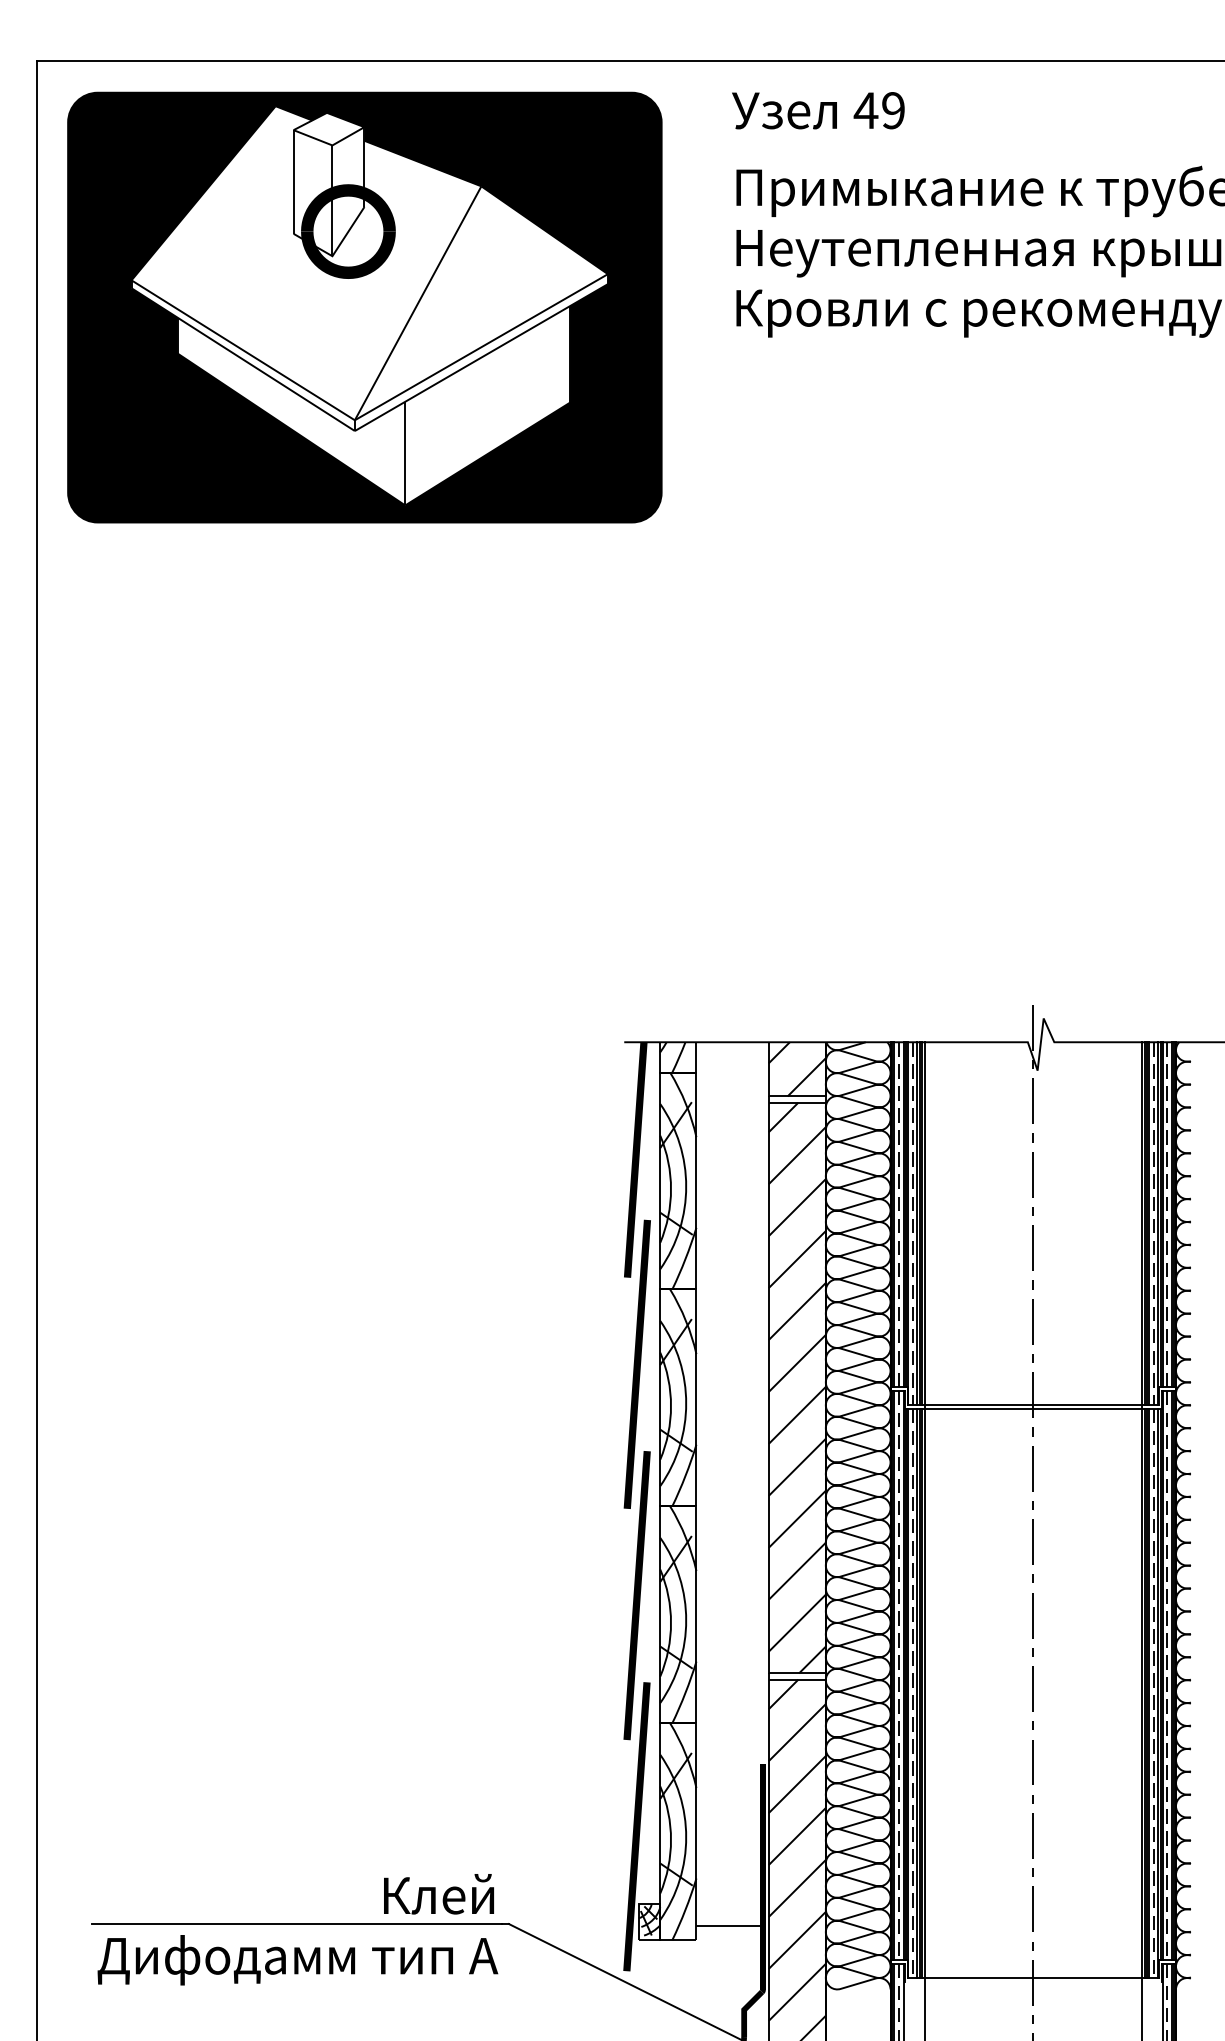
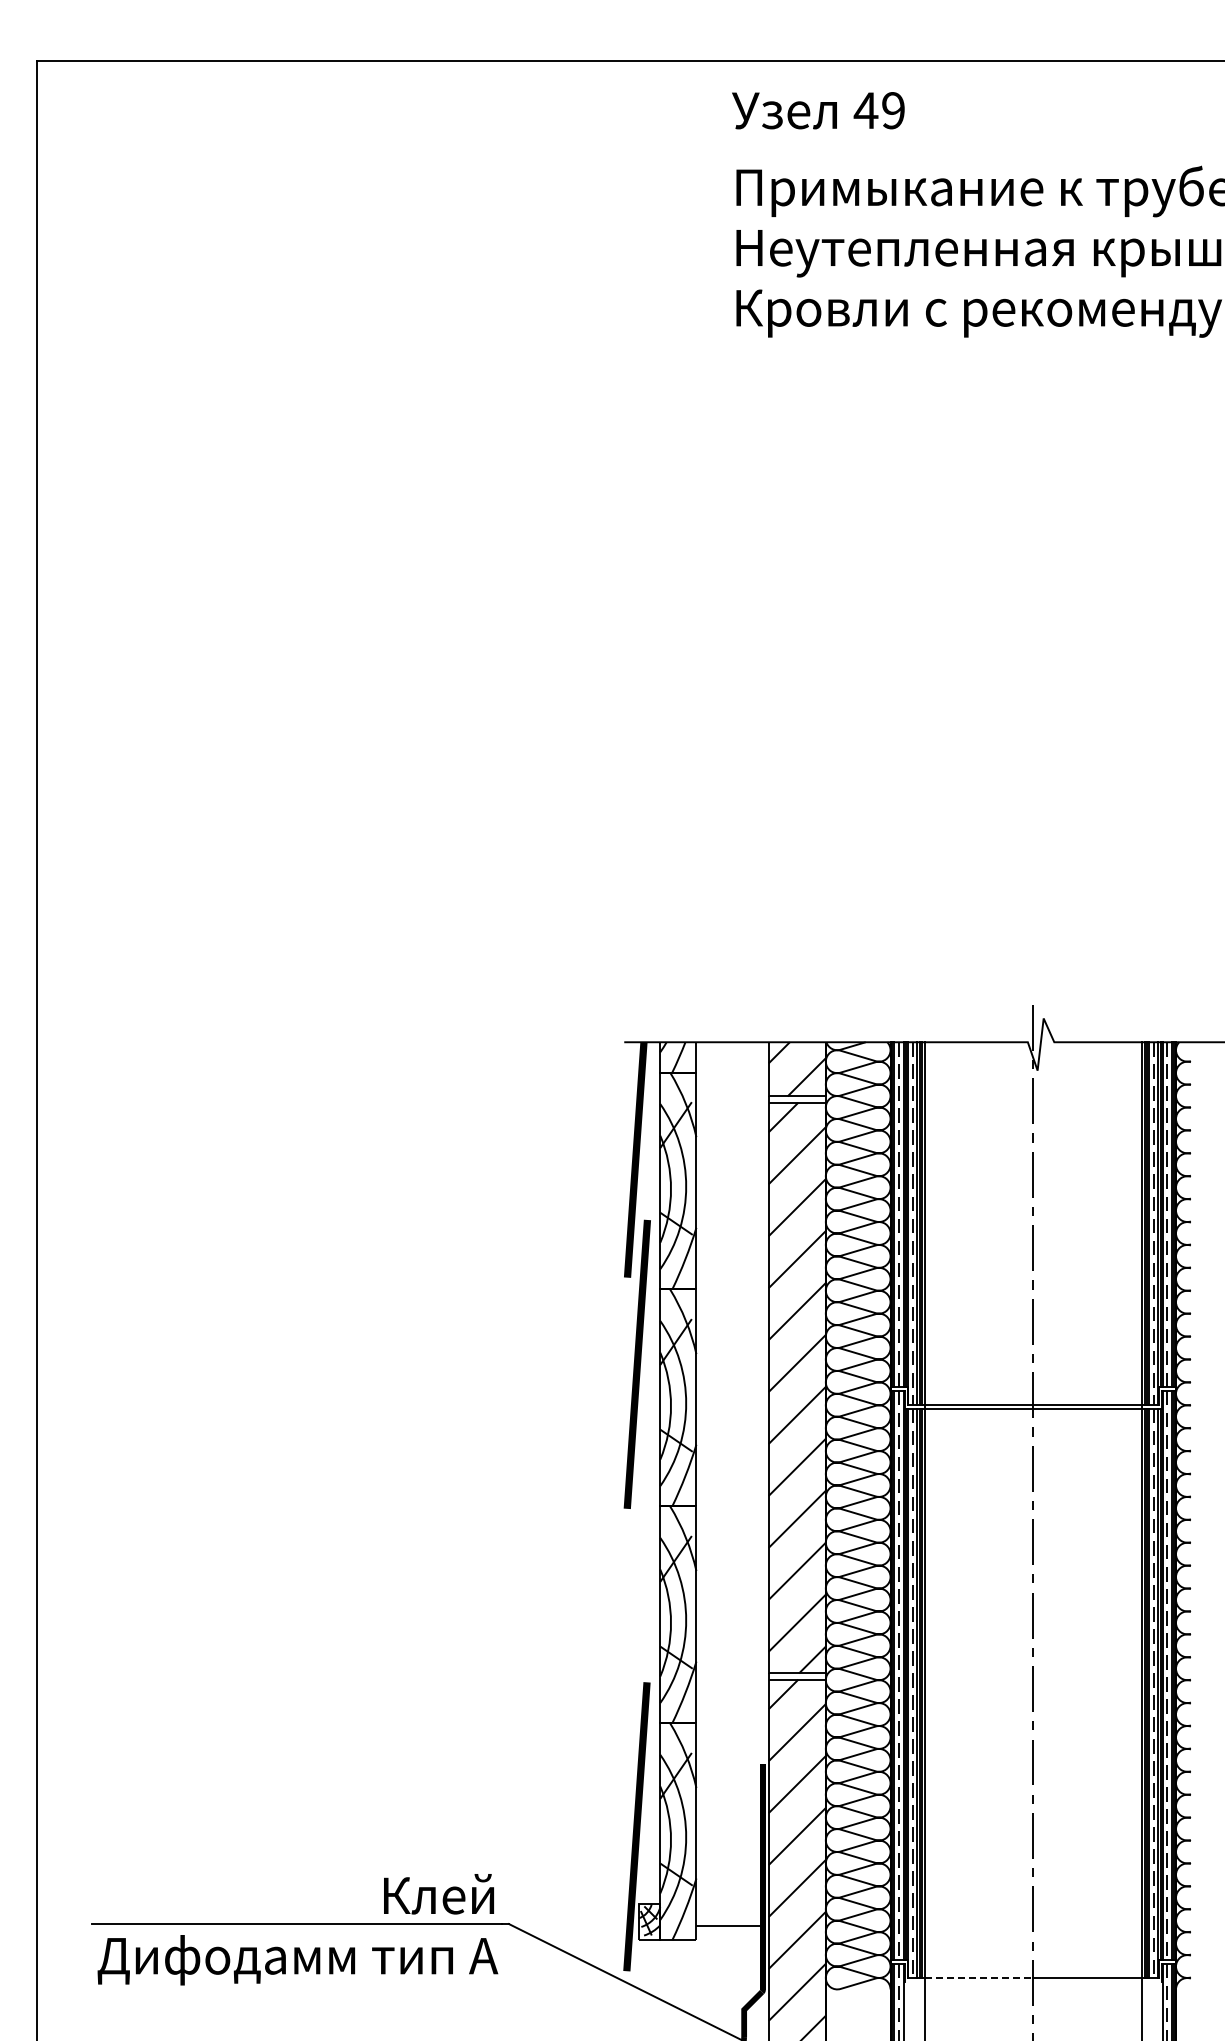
part at (364, 307): present -> none
line at (636, 1595): present -> none
line at (979, 1977): solid -> dashed
